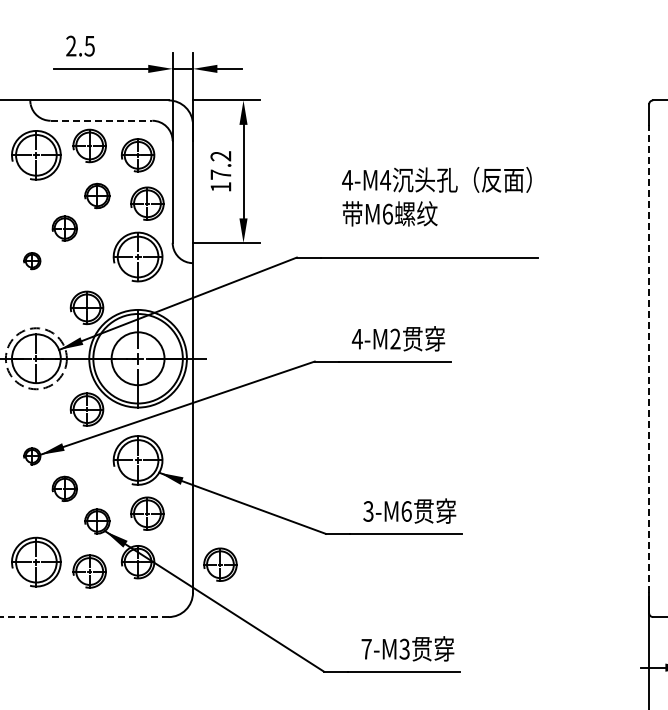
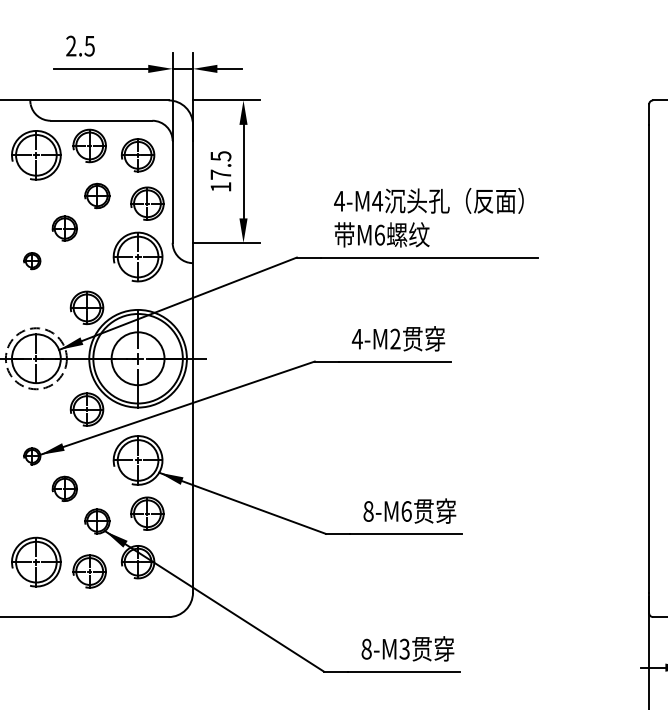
line at (101, 120): dashed -> solid
text at (220, 156): 17.2 -> 17.5
text at (436, 196) position: (436, 196) -> (428, 217)
line at (649, 358): dashed -> solid
text at (368, 511): 3-M6 -> 8-M6
part at (220, 564): present -> none
line at (84, 617): dashed -> solid
text at (366, 648): 7-M3 -> 8-M3
